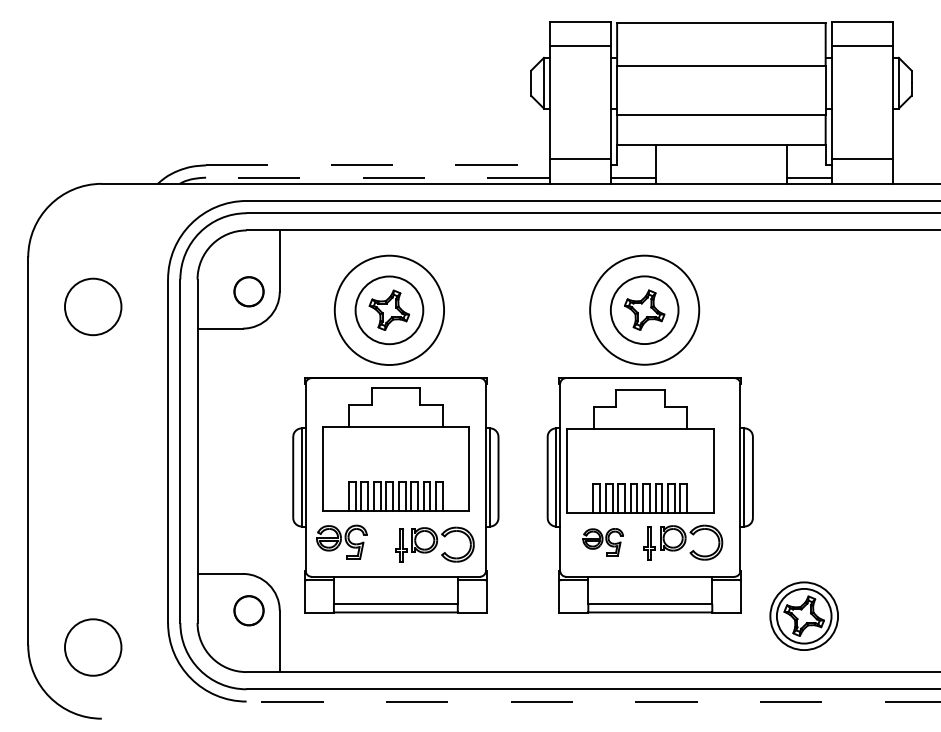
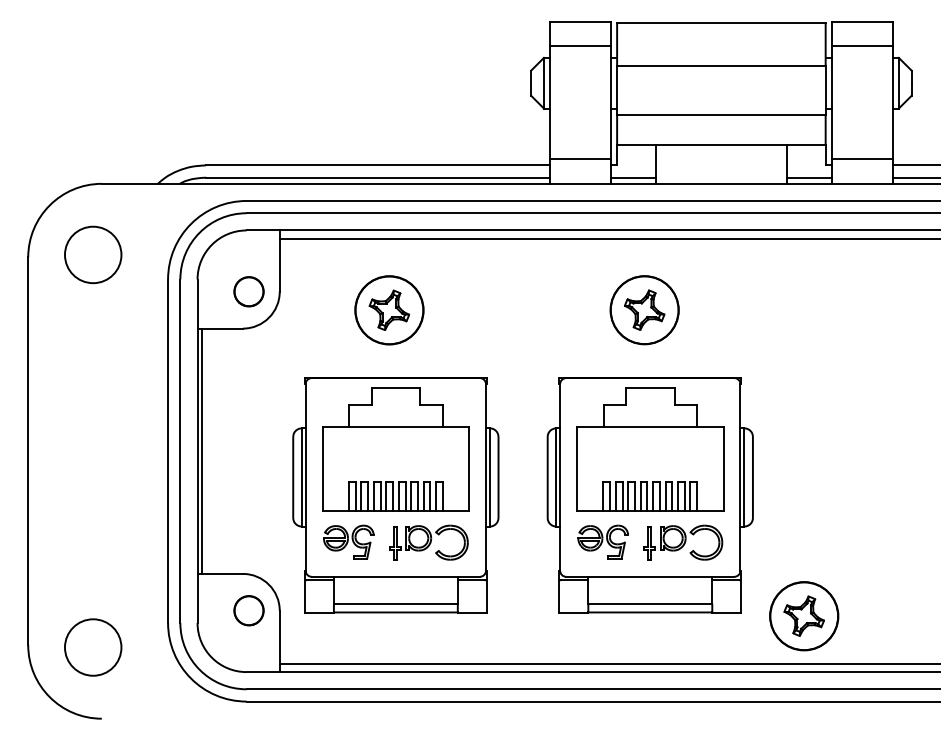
line at (377, 165): dashed -> solid
line at (915, 165): none -> present
line at (377, 177): dashed -> solid
line at (915, 177): none -> present
line at (608, 238): none -> present
circle at (93, 306) position: (93, 306) -> (93, 254)
circle at (644, 309) diameter: 109 px -> 68 px
circle at (389, 310) diameter: 109 px -> 68 px
line at (201, 450): none -> present
part at (640, 451) position: (640, 451) -> (650, 449)
part at (341, 541) position: (341, 541) -> (348, 541)
part at (602, 542) size: 42x29 px -> 52x36 px
part at (434, 544) position: (434, 544) -> (428, 542)
circle at (803, 615) diameter: 55 px -> 68 px
line at (608, 663): none -> present
line at (593, 701): dashed -> solid
